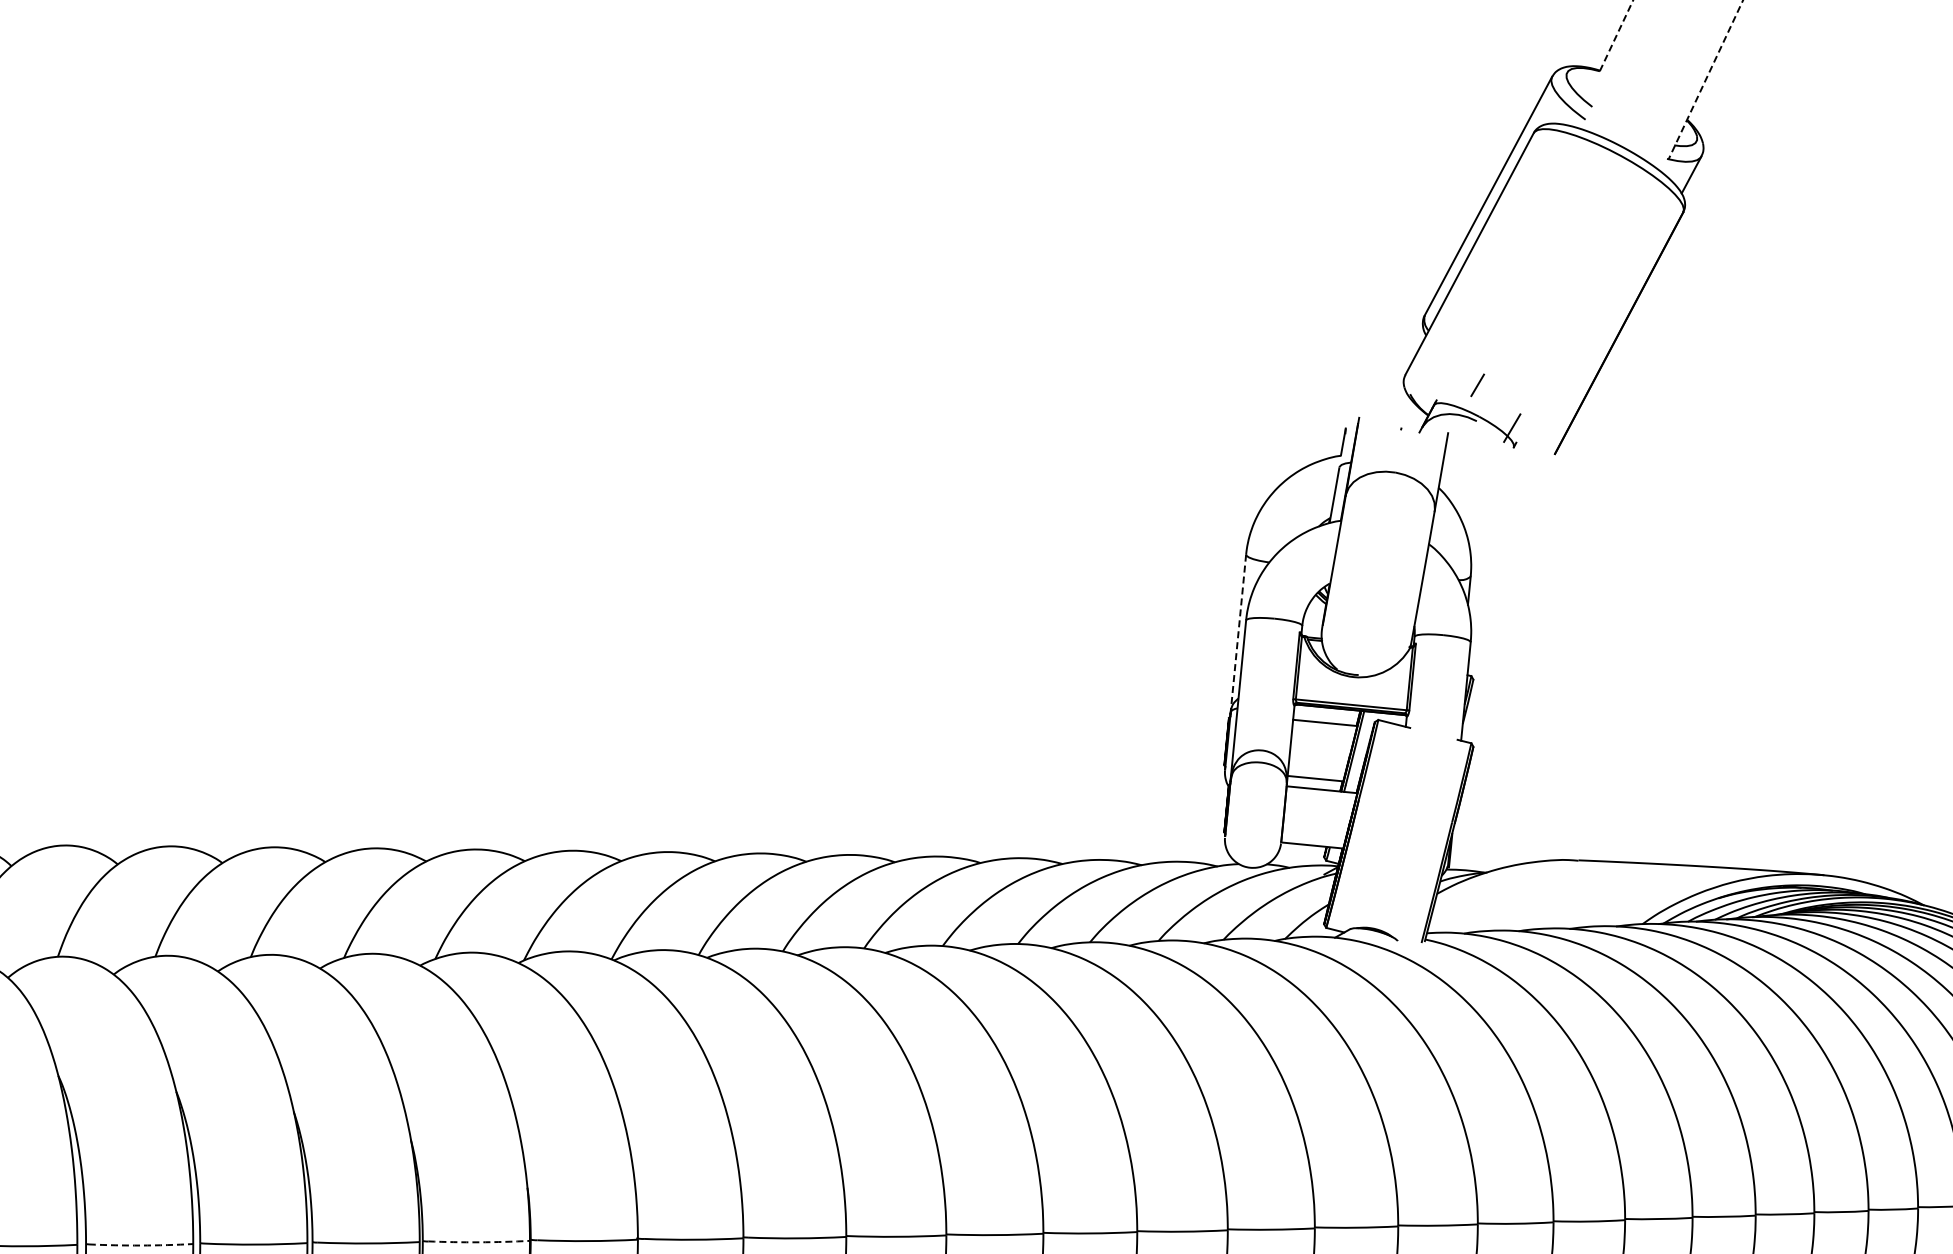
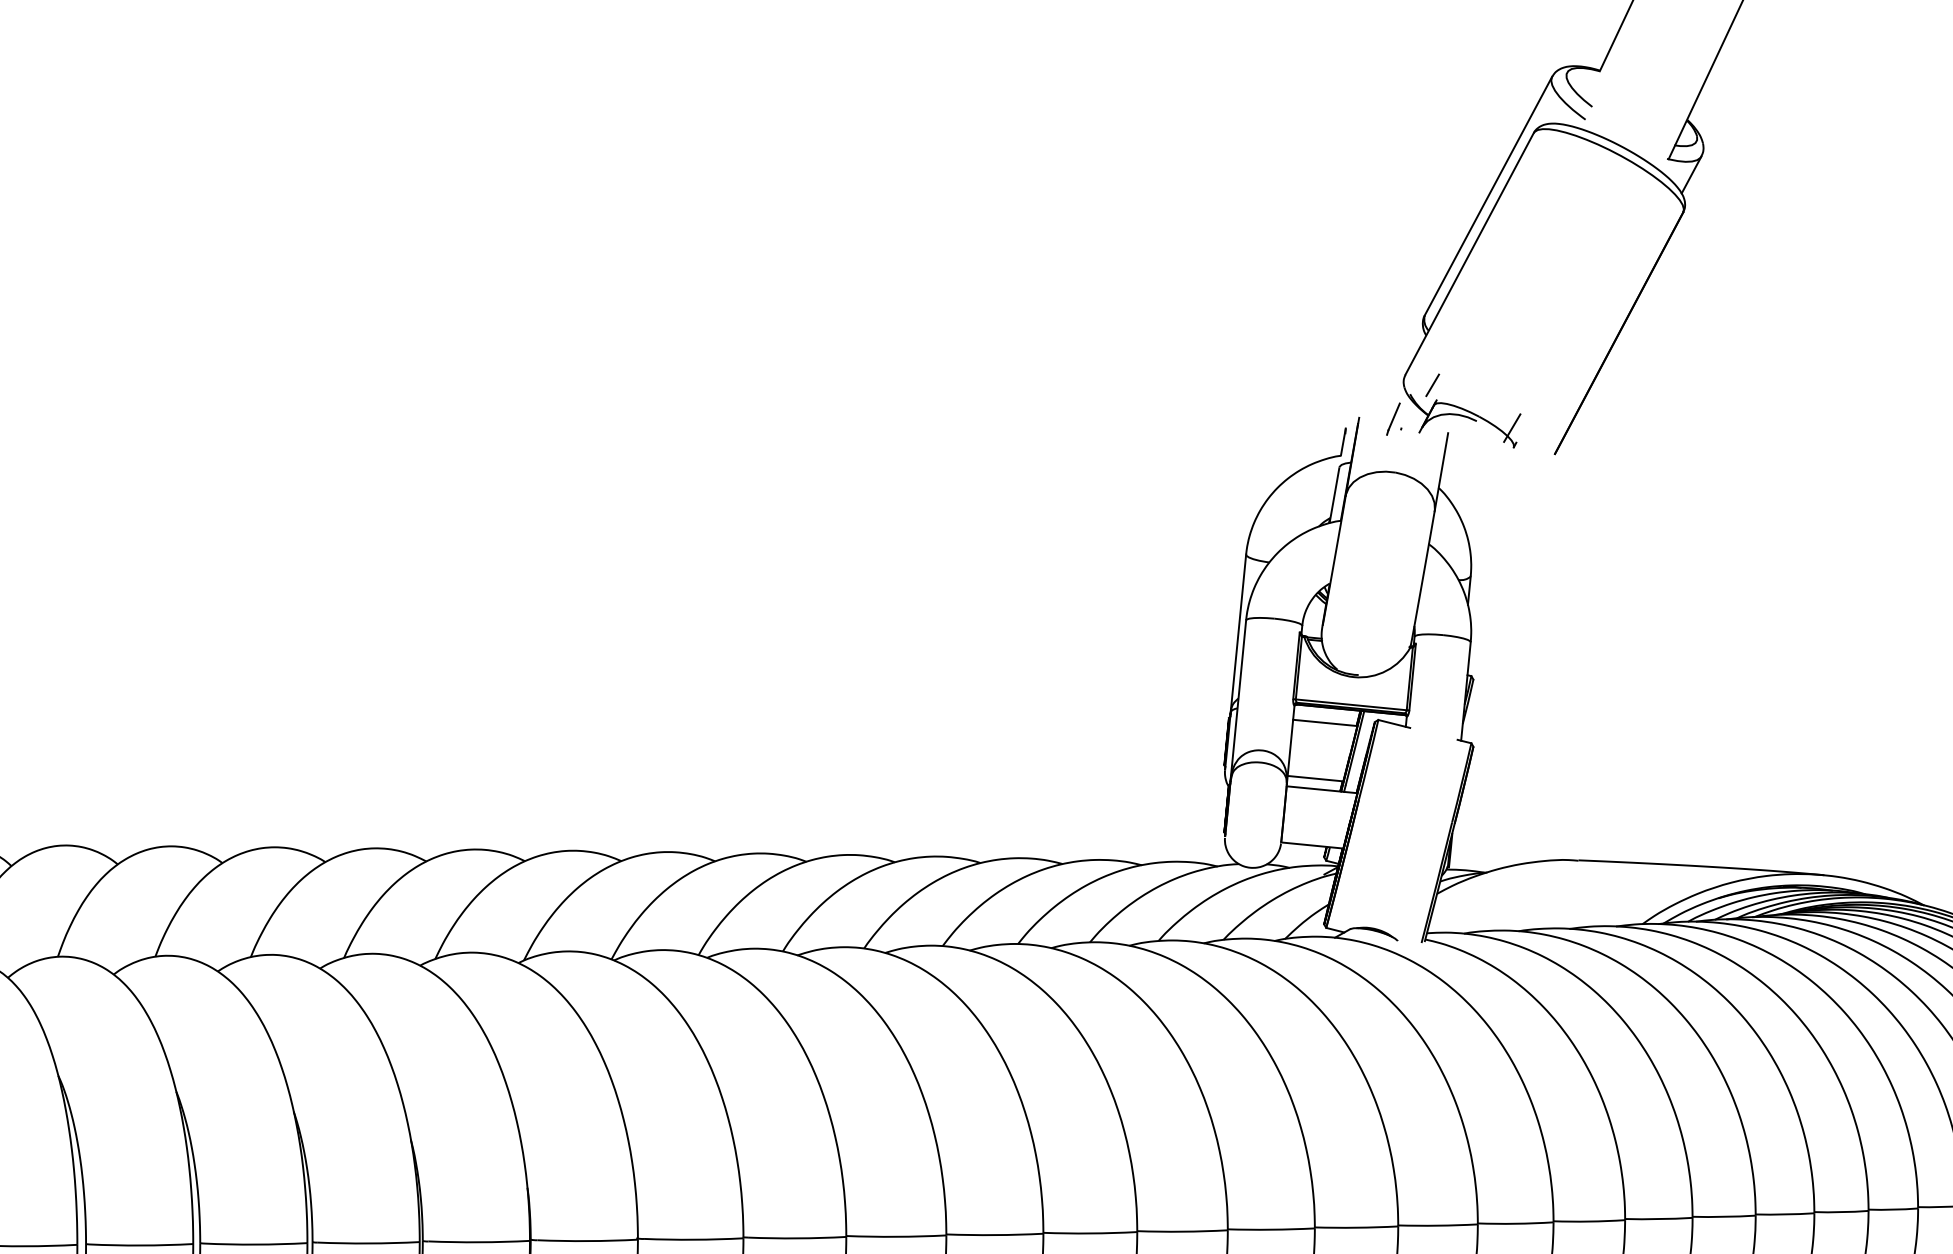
line at (1616, 35): dashed -> solid
line at (1705, 80): dashed -> solid
line at (1477, 385) position: (1477, 385) -> (1432, 385)
line at (1393, 418): none -> present
line at (1238, 634): dashed -> solid
arc at (479, 1242): dashed -> solid
arc at (141, 1245): dashed -> solid
